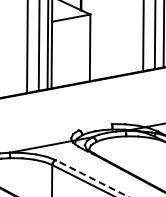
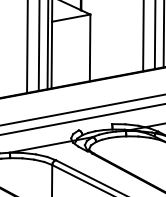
line at (82, 110): none -> present
line at (82, 119): none -> present
line at (91, 178): dashed -> solid
